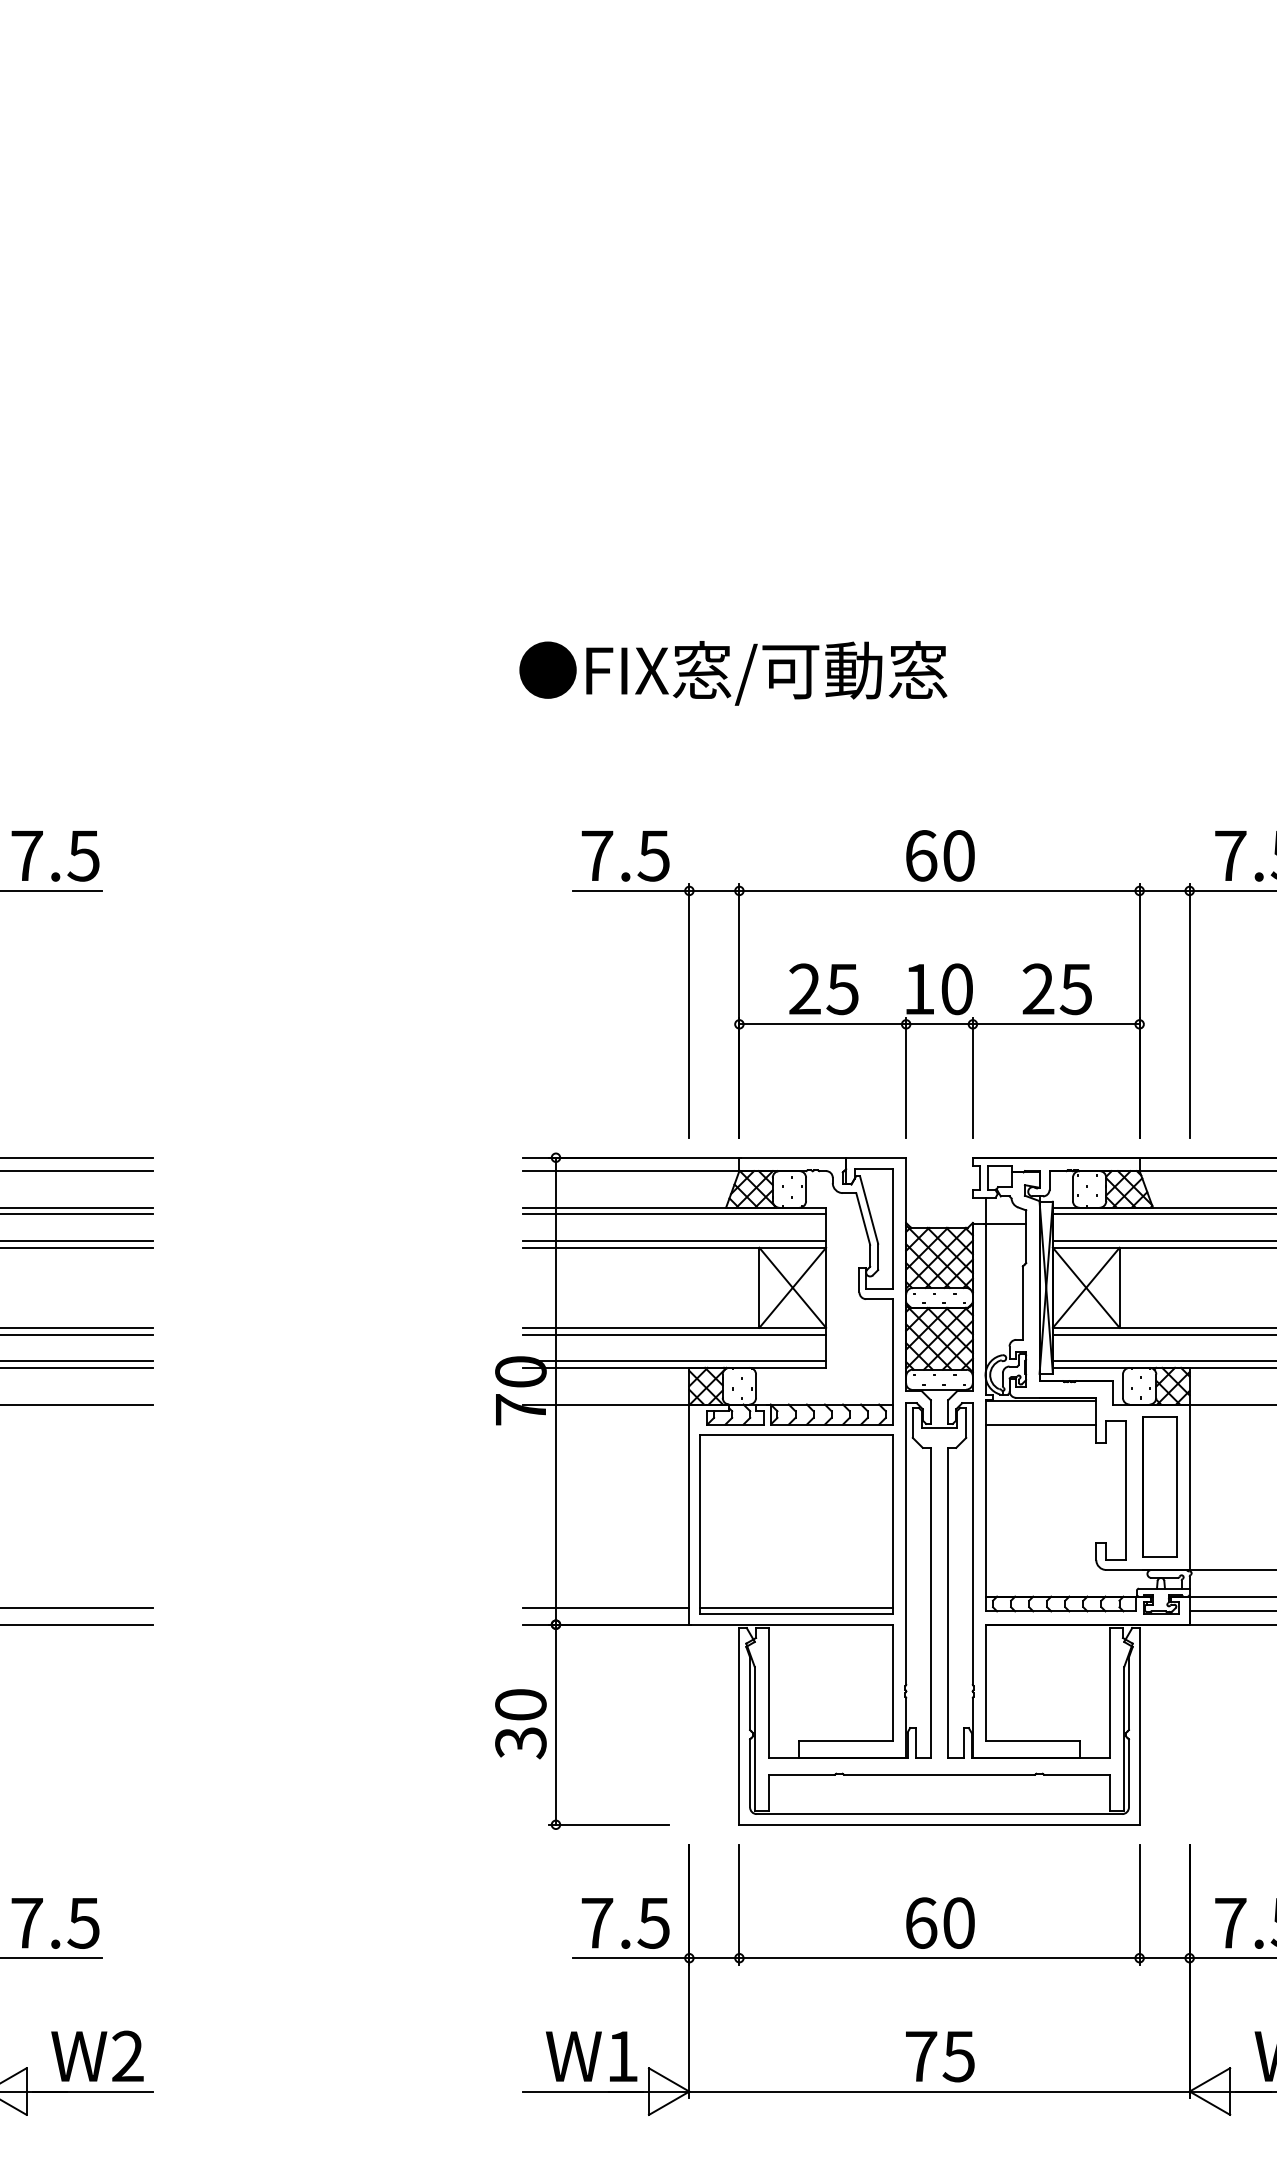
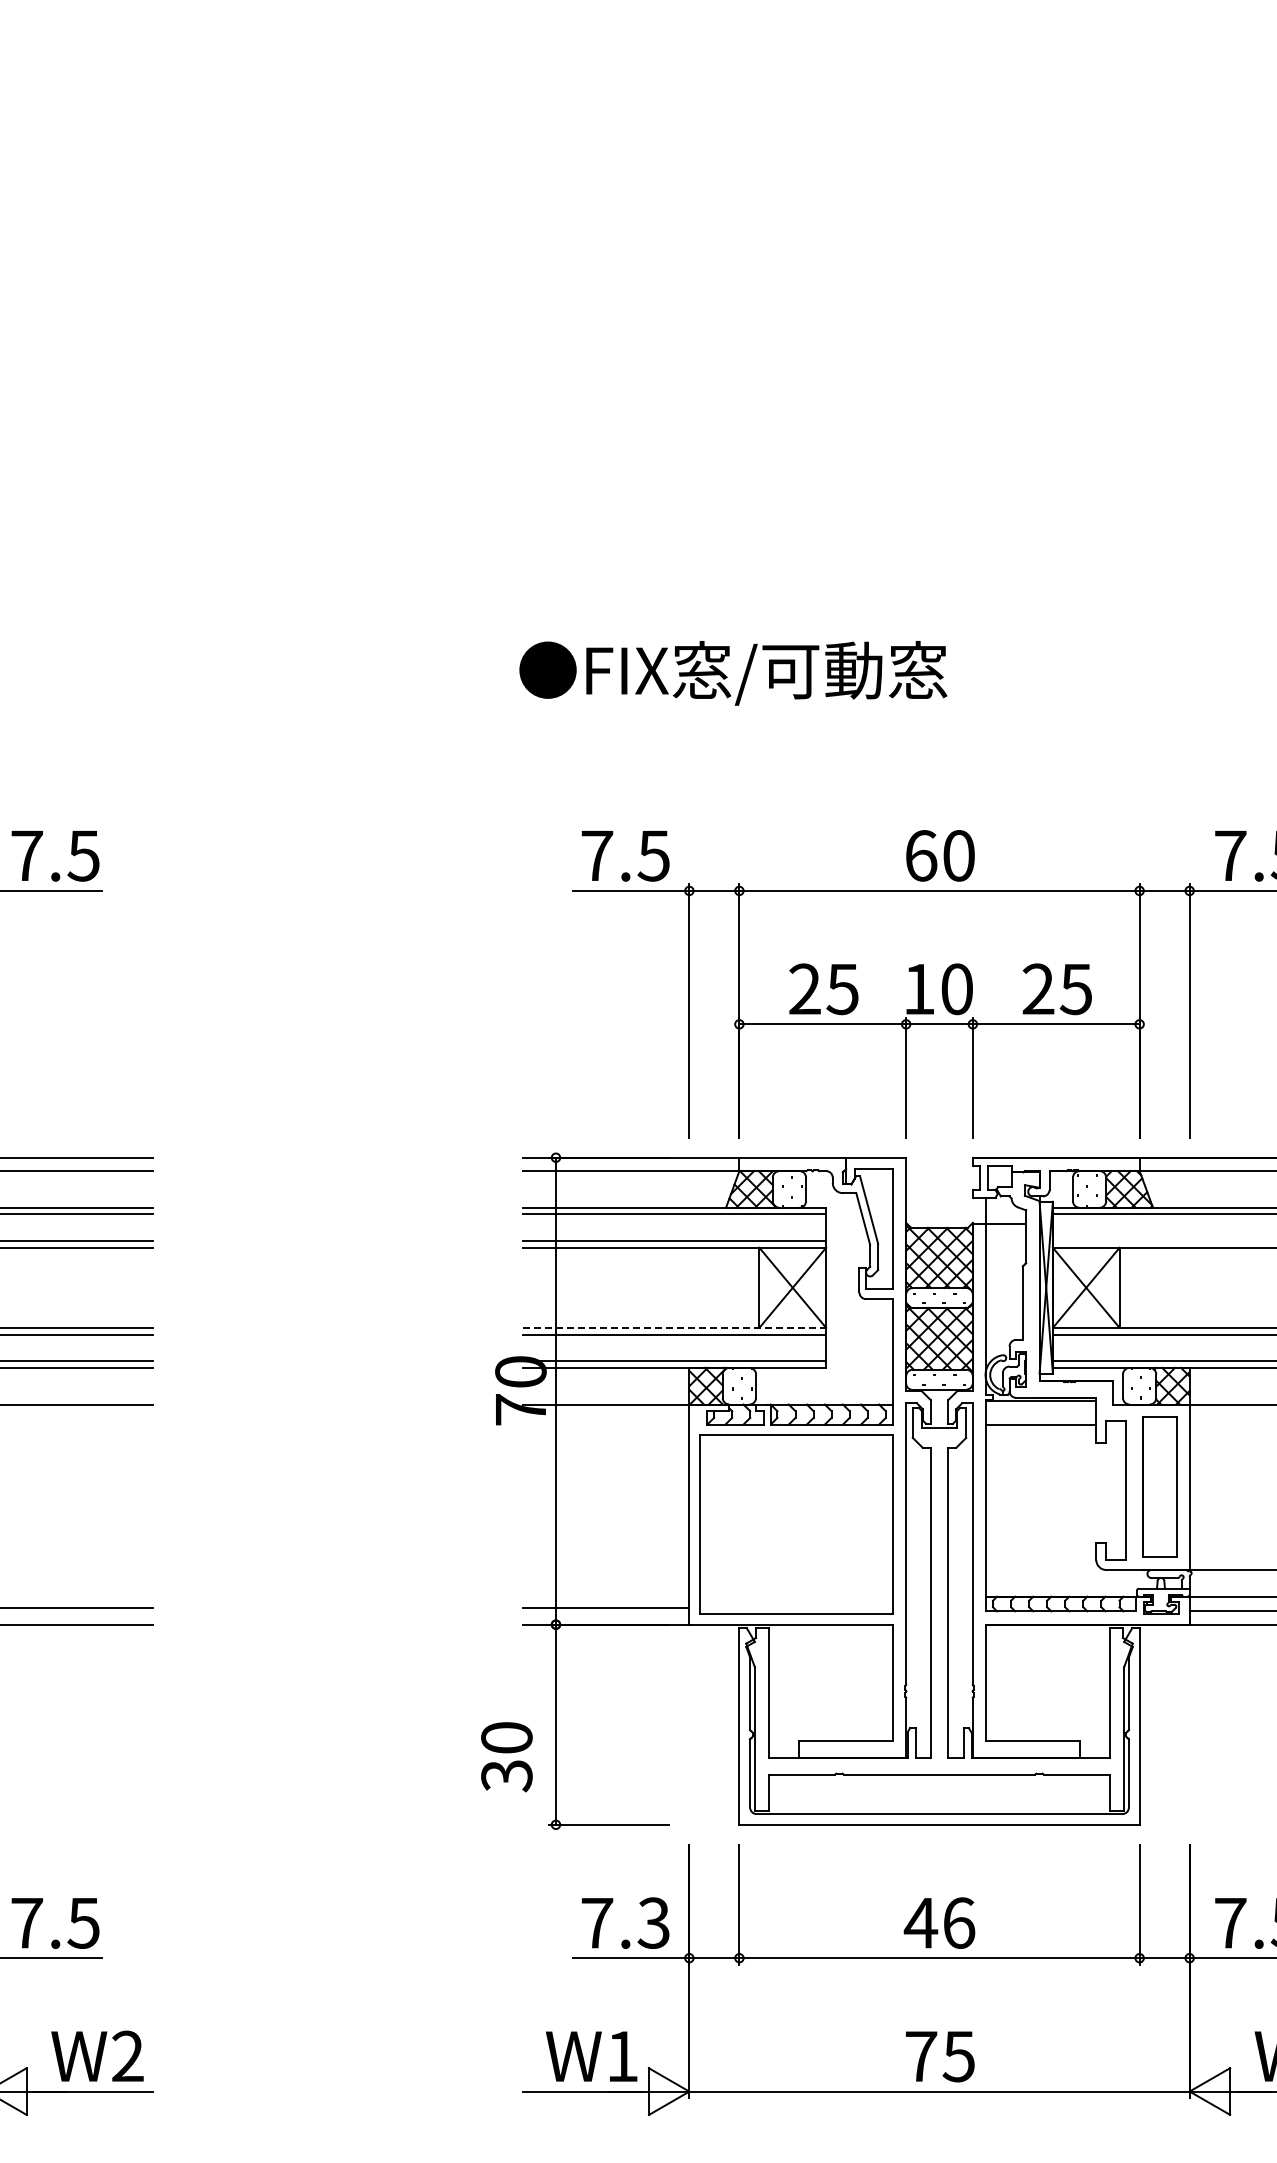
line at (1162, 1241): present -> none
line at (674, 1327): solid -> dashed
line at (796, 1608): present -> none
text at (520, 1724) position: (520, 1724) -> (506, 1757)
text at (653, 1922): 7.5 -> 7.3
text at (939, 1922): 60 -> 46
